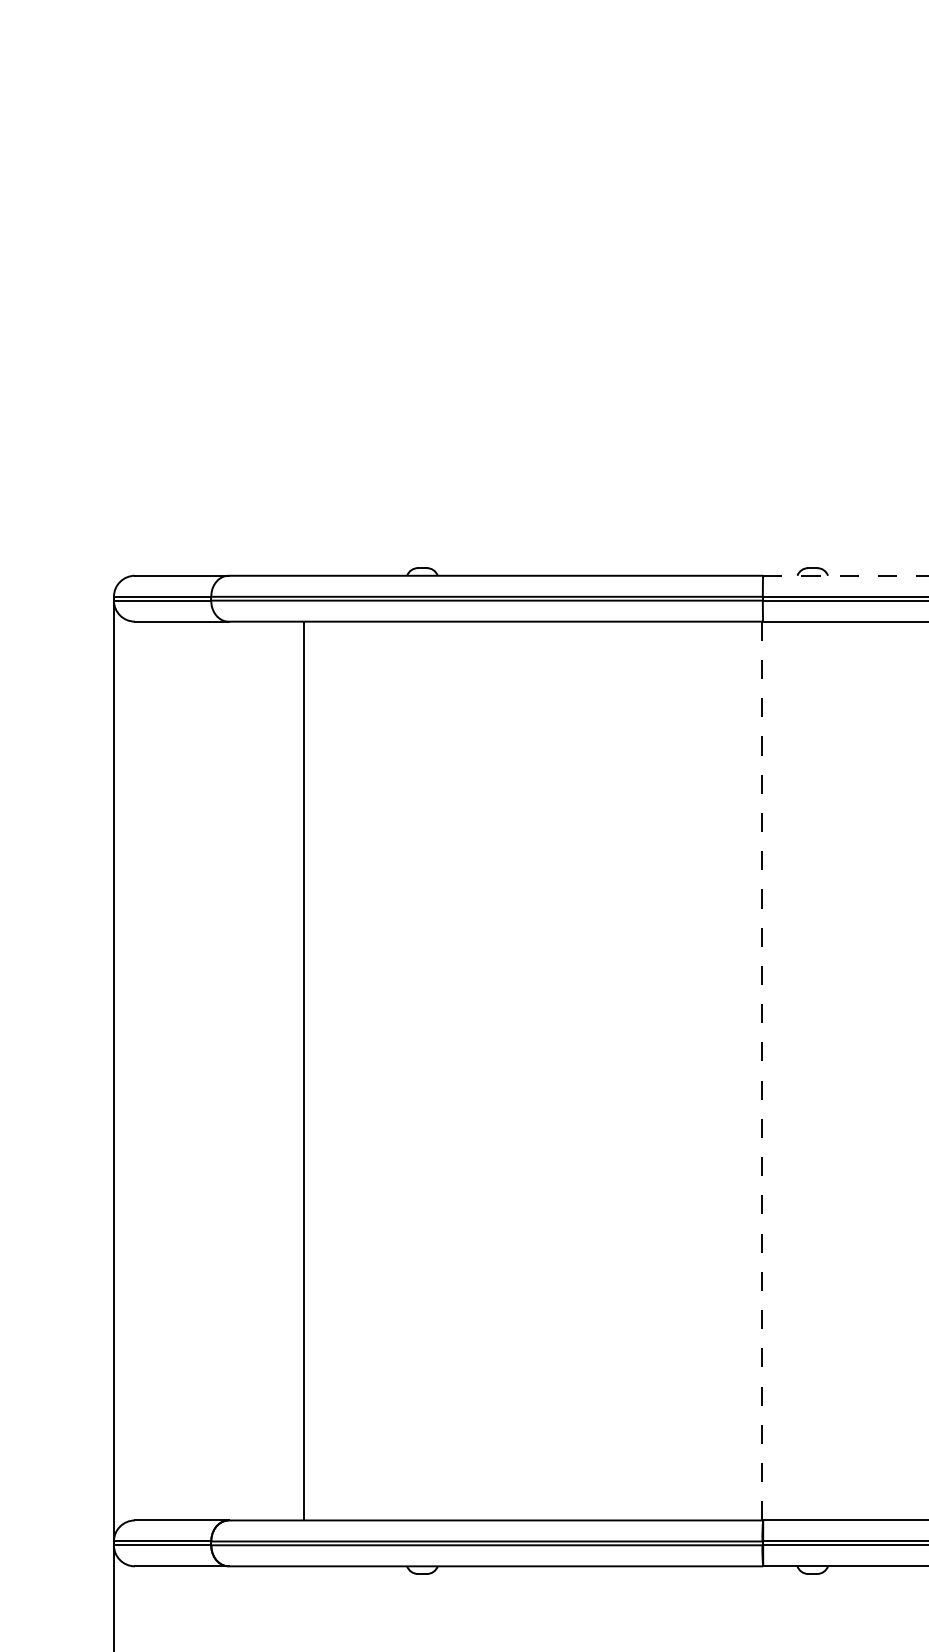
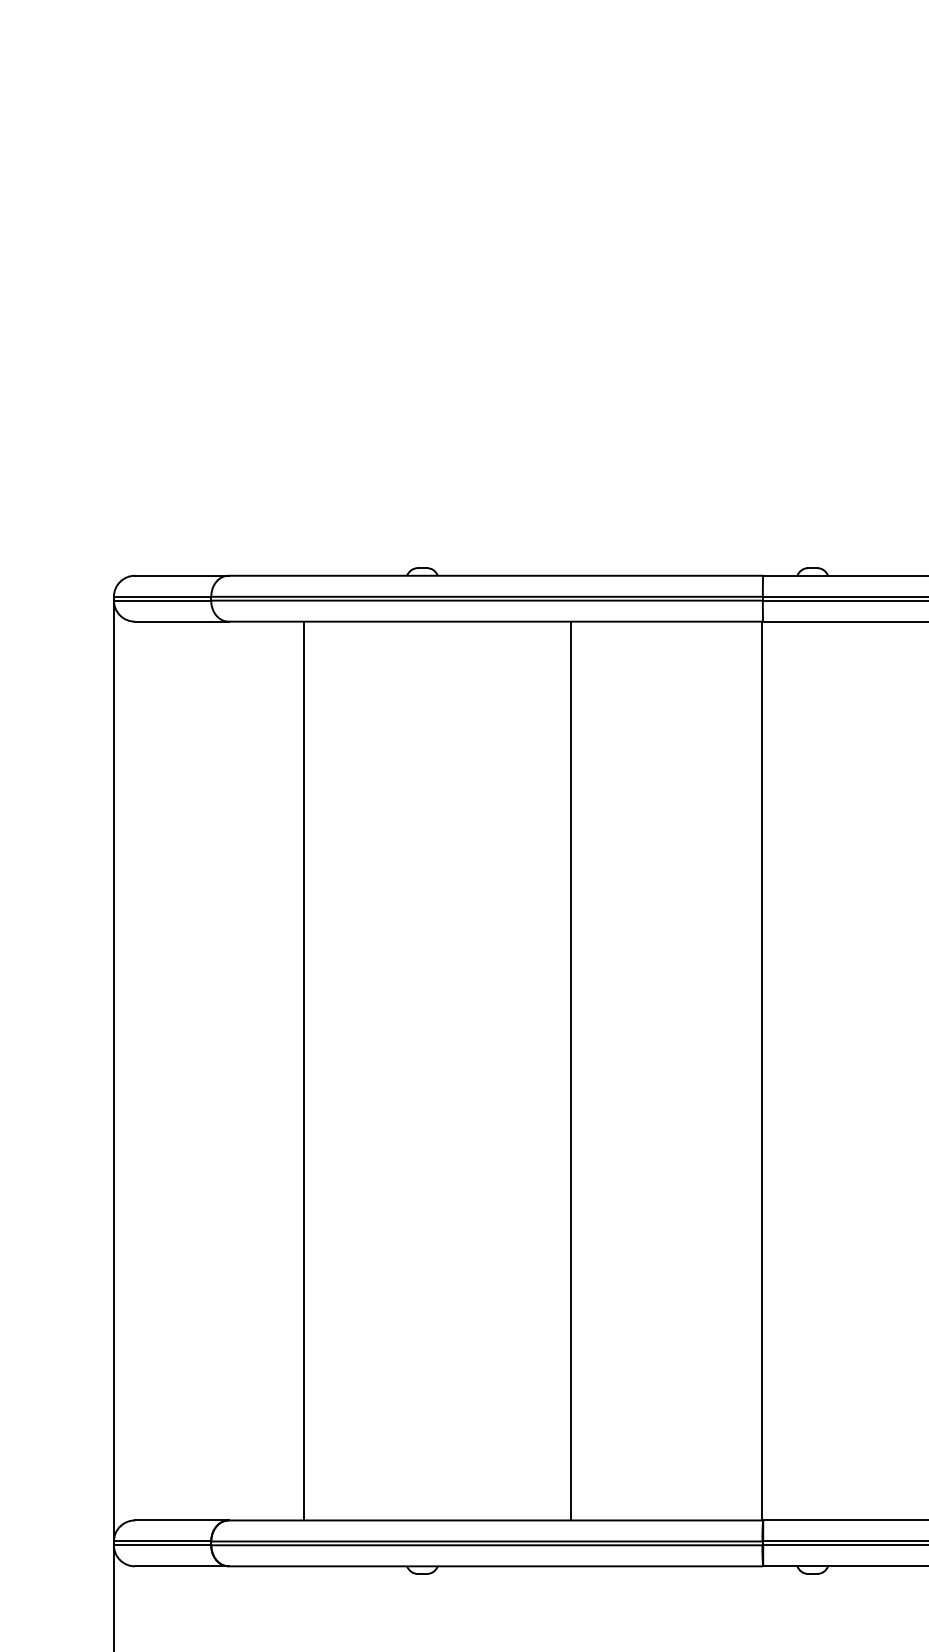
line at (846, 575): dashed -> solid
line at (571, 1070): none -> present
line at (762, 1071): dashed -> solid
